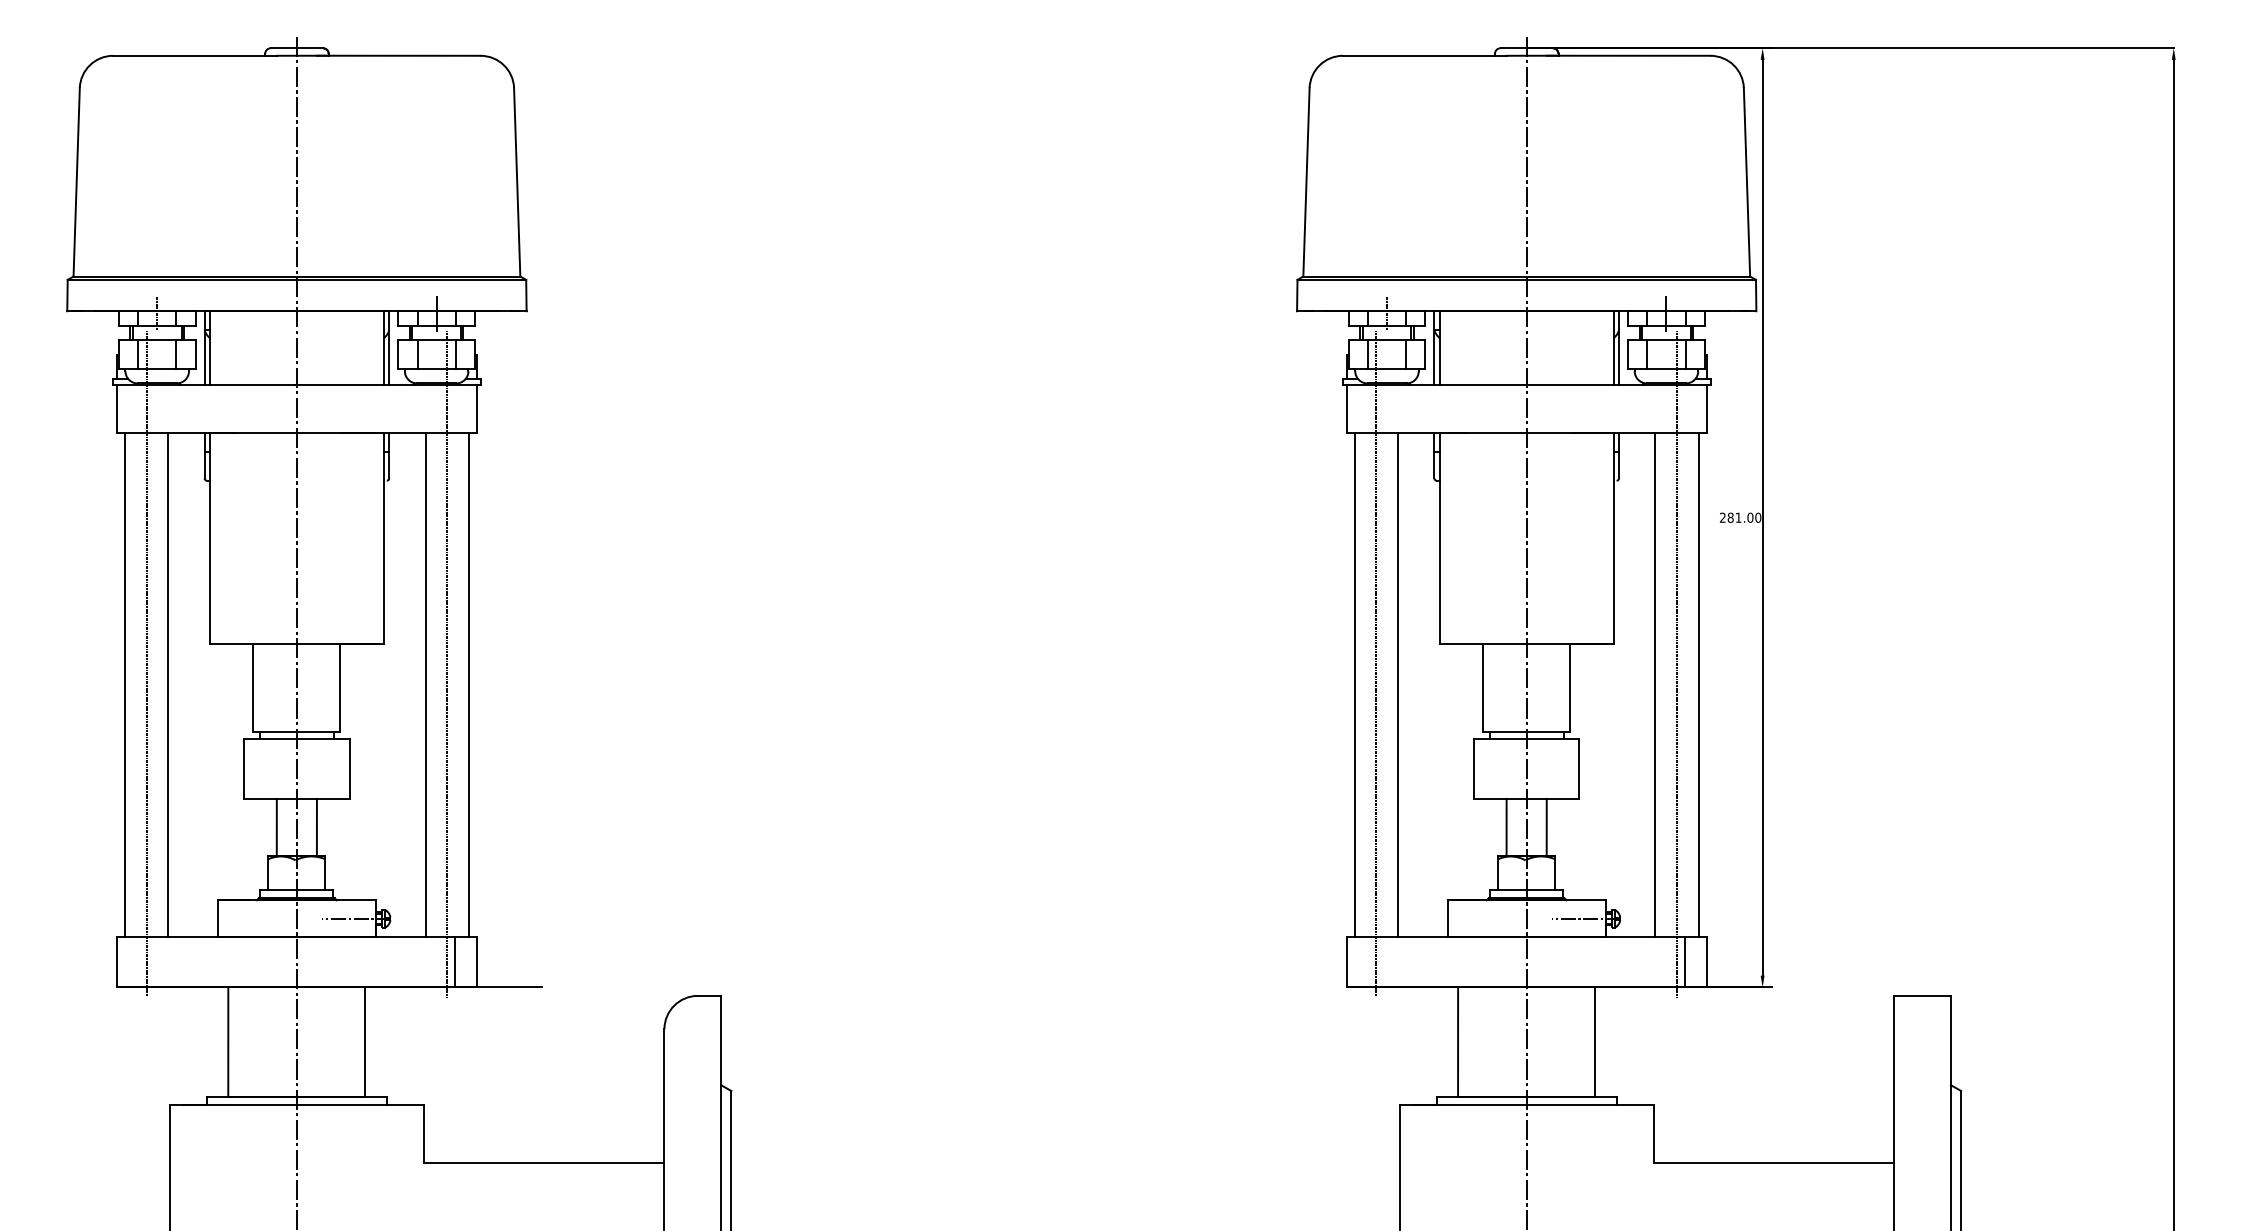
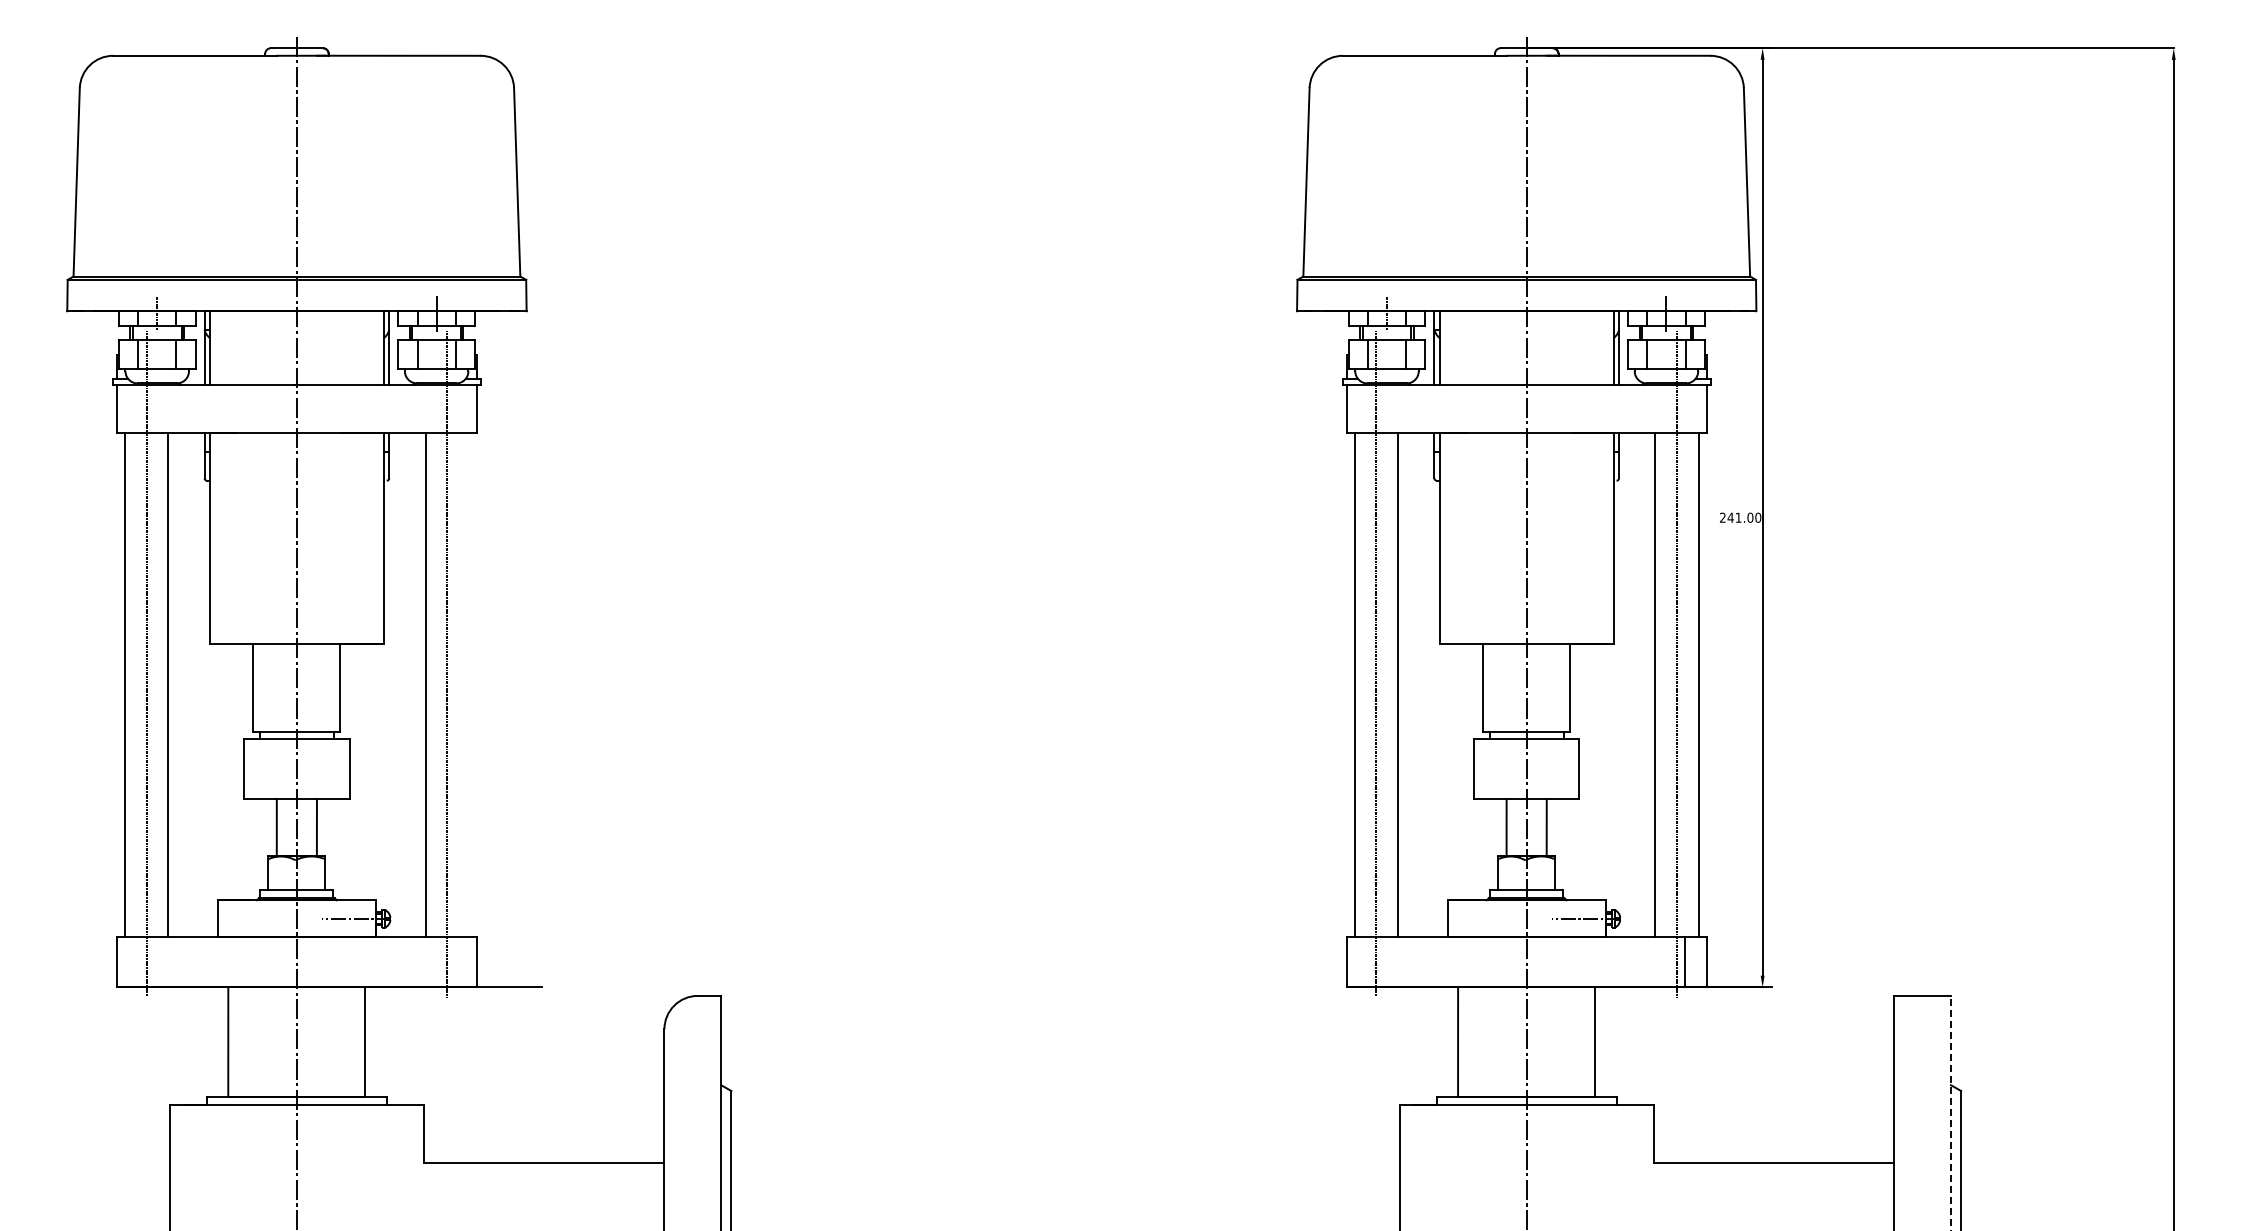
text at (1730, 517): 281.00 -> 241.00
line at (469, 685): present -> none
line at (454, 962): present -> none
line at (1950, 1112): solid -> dashed
